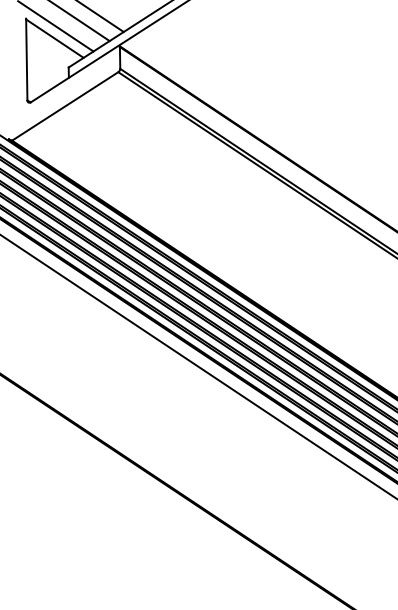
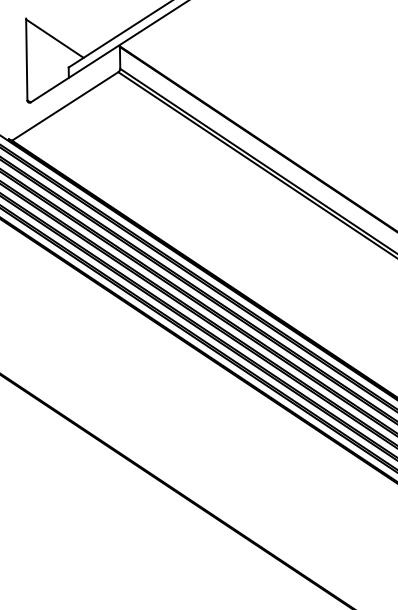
line at (101, 17): present -> none
line at (80, 21): present -> none
line at (56, 26): present -> none
line at (198, 366): present -> none
